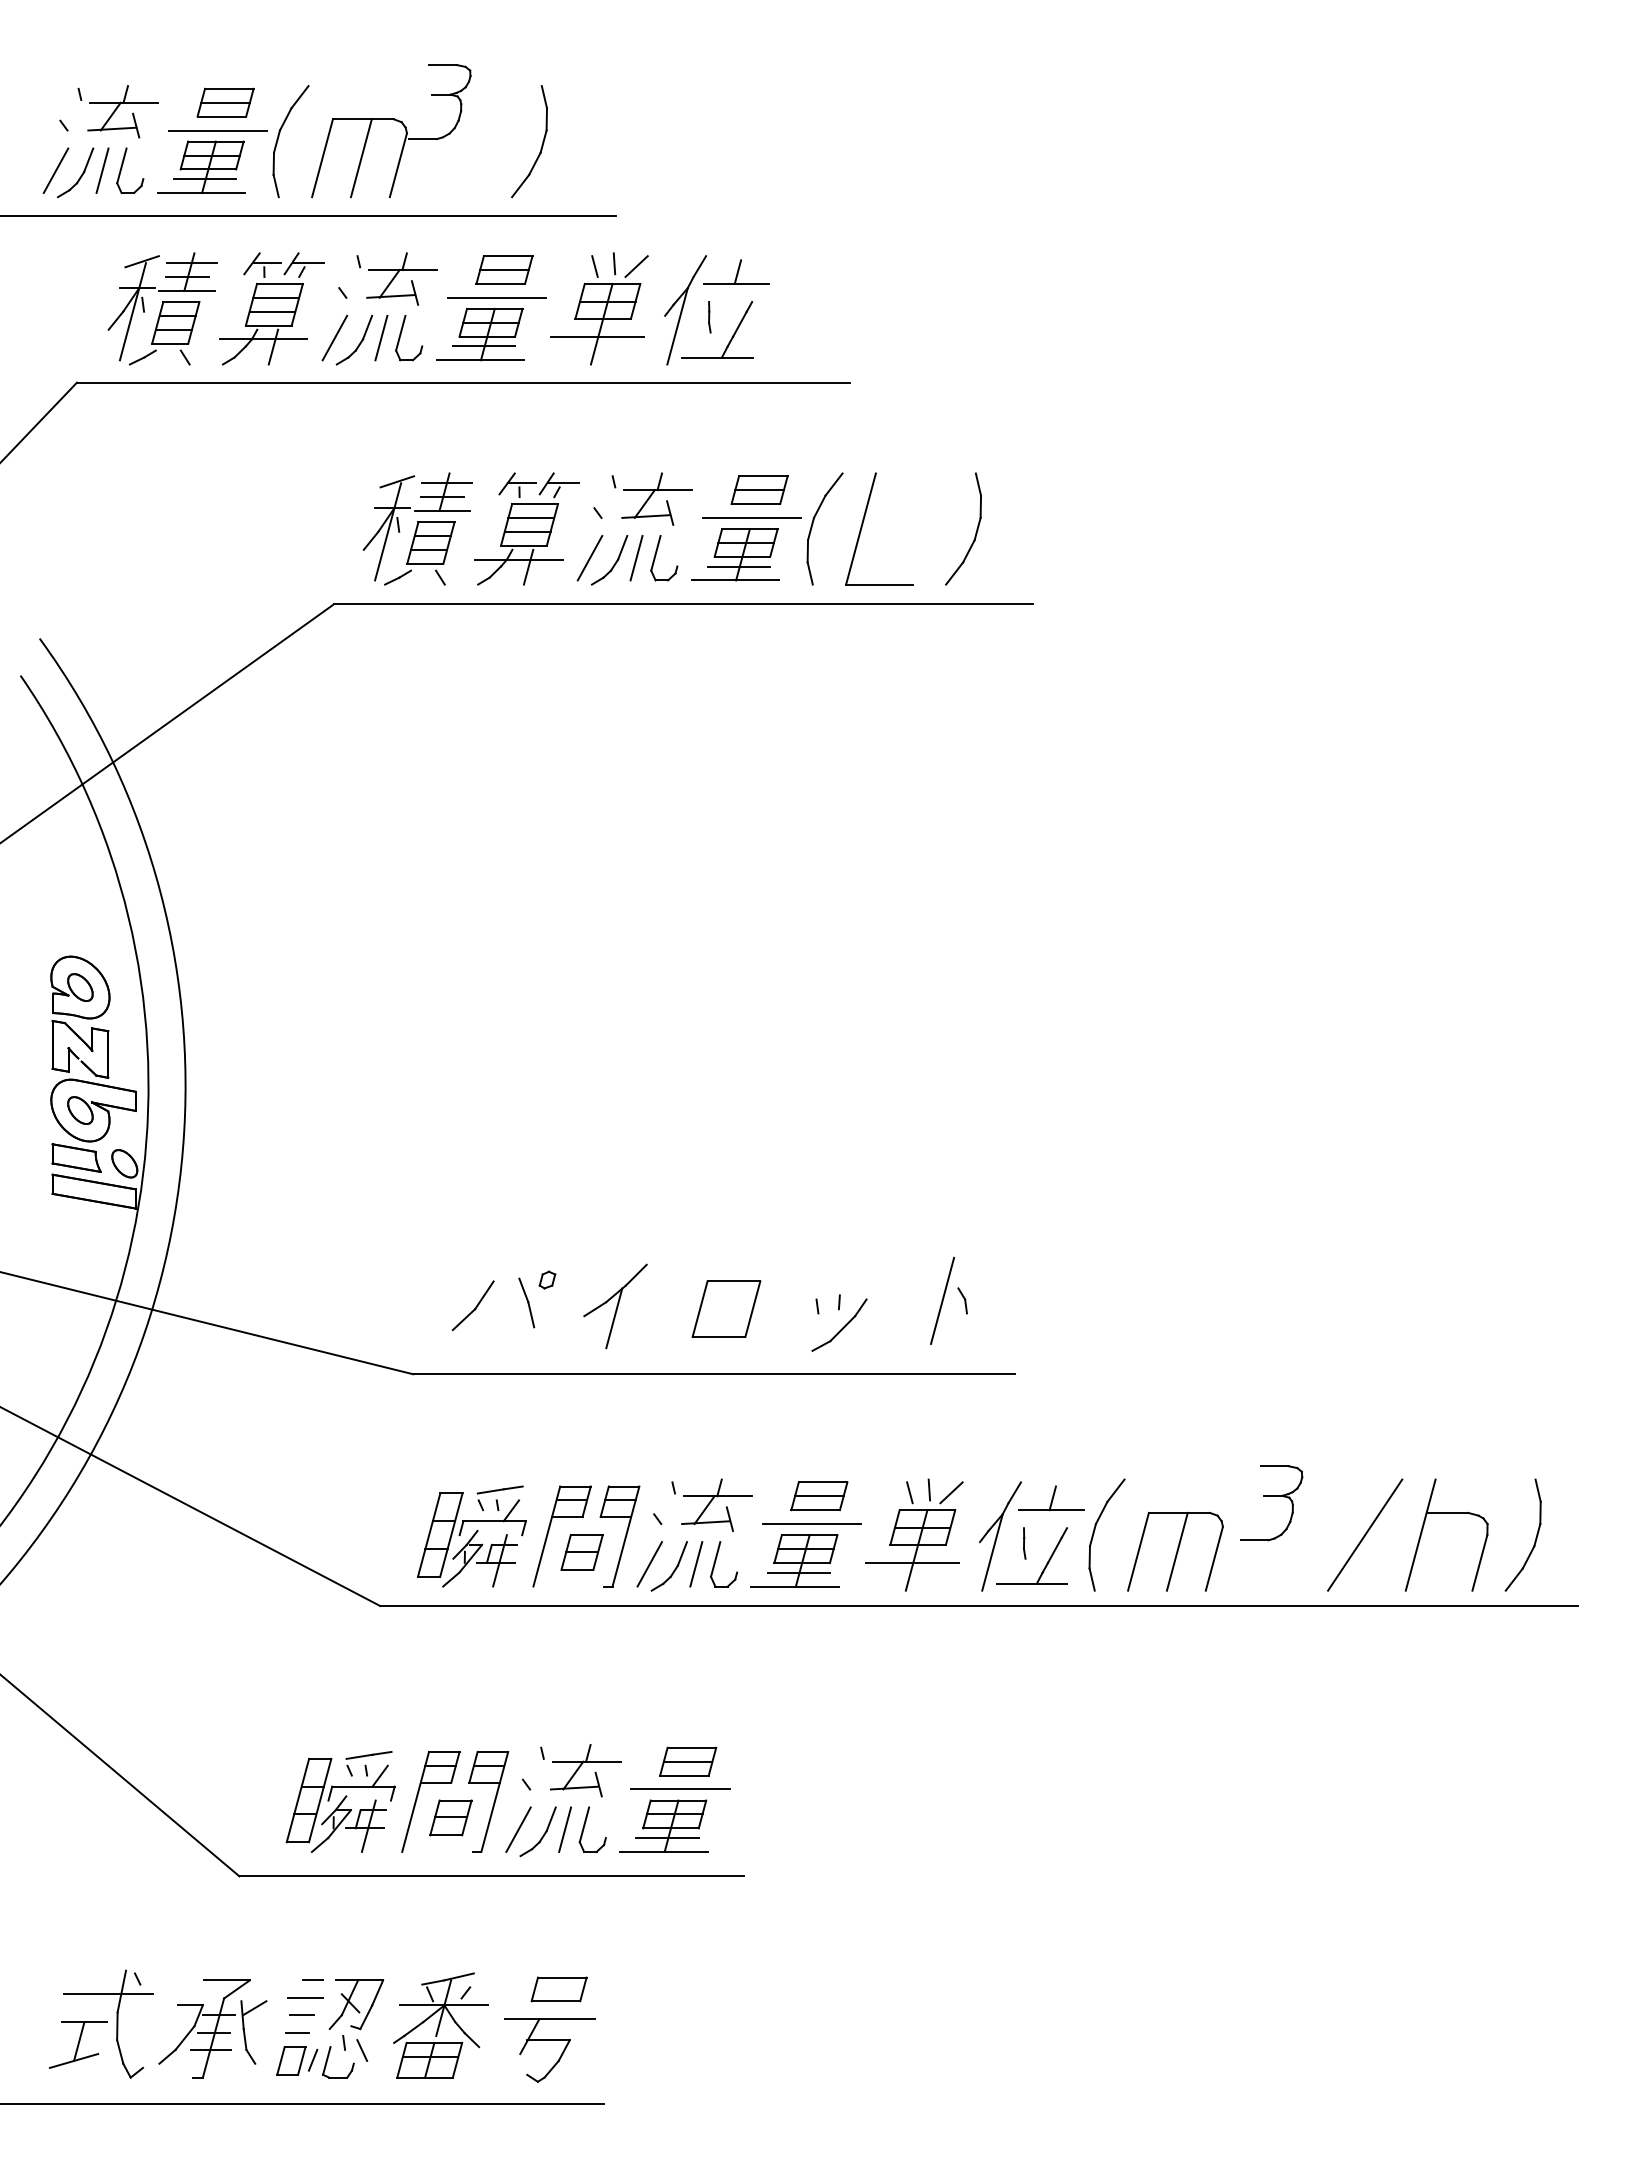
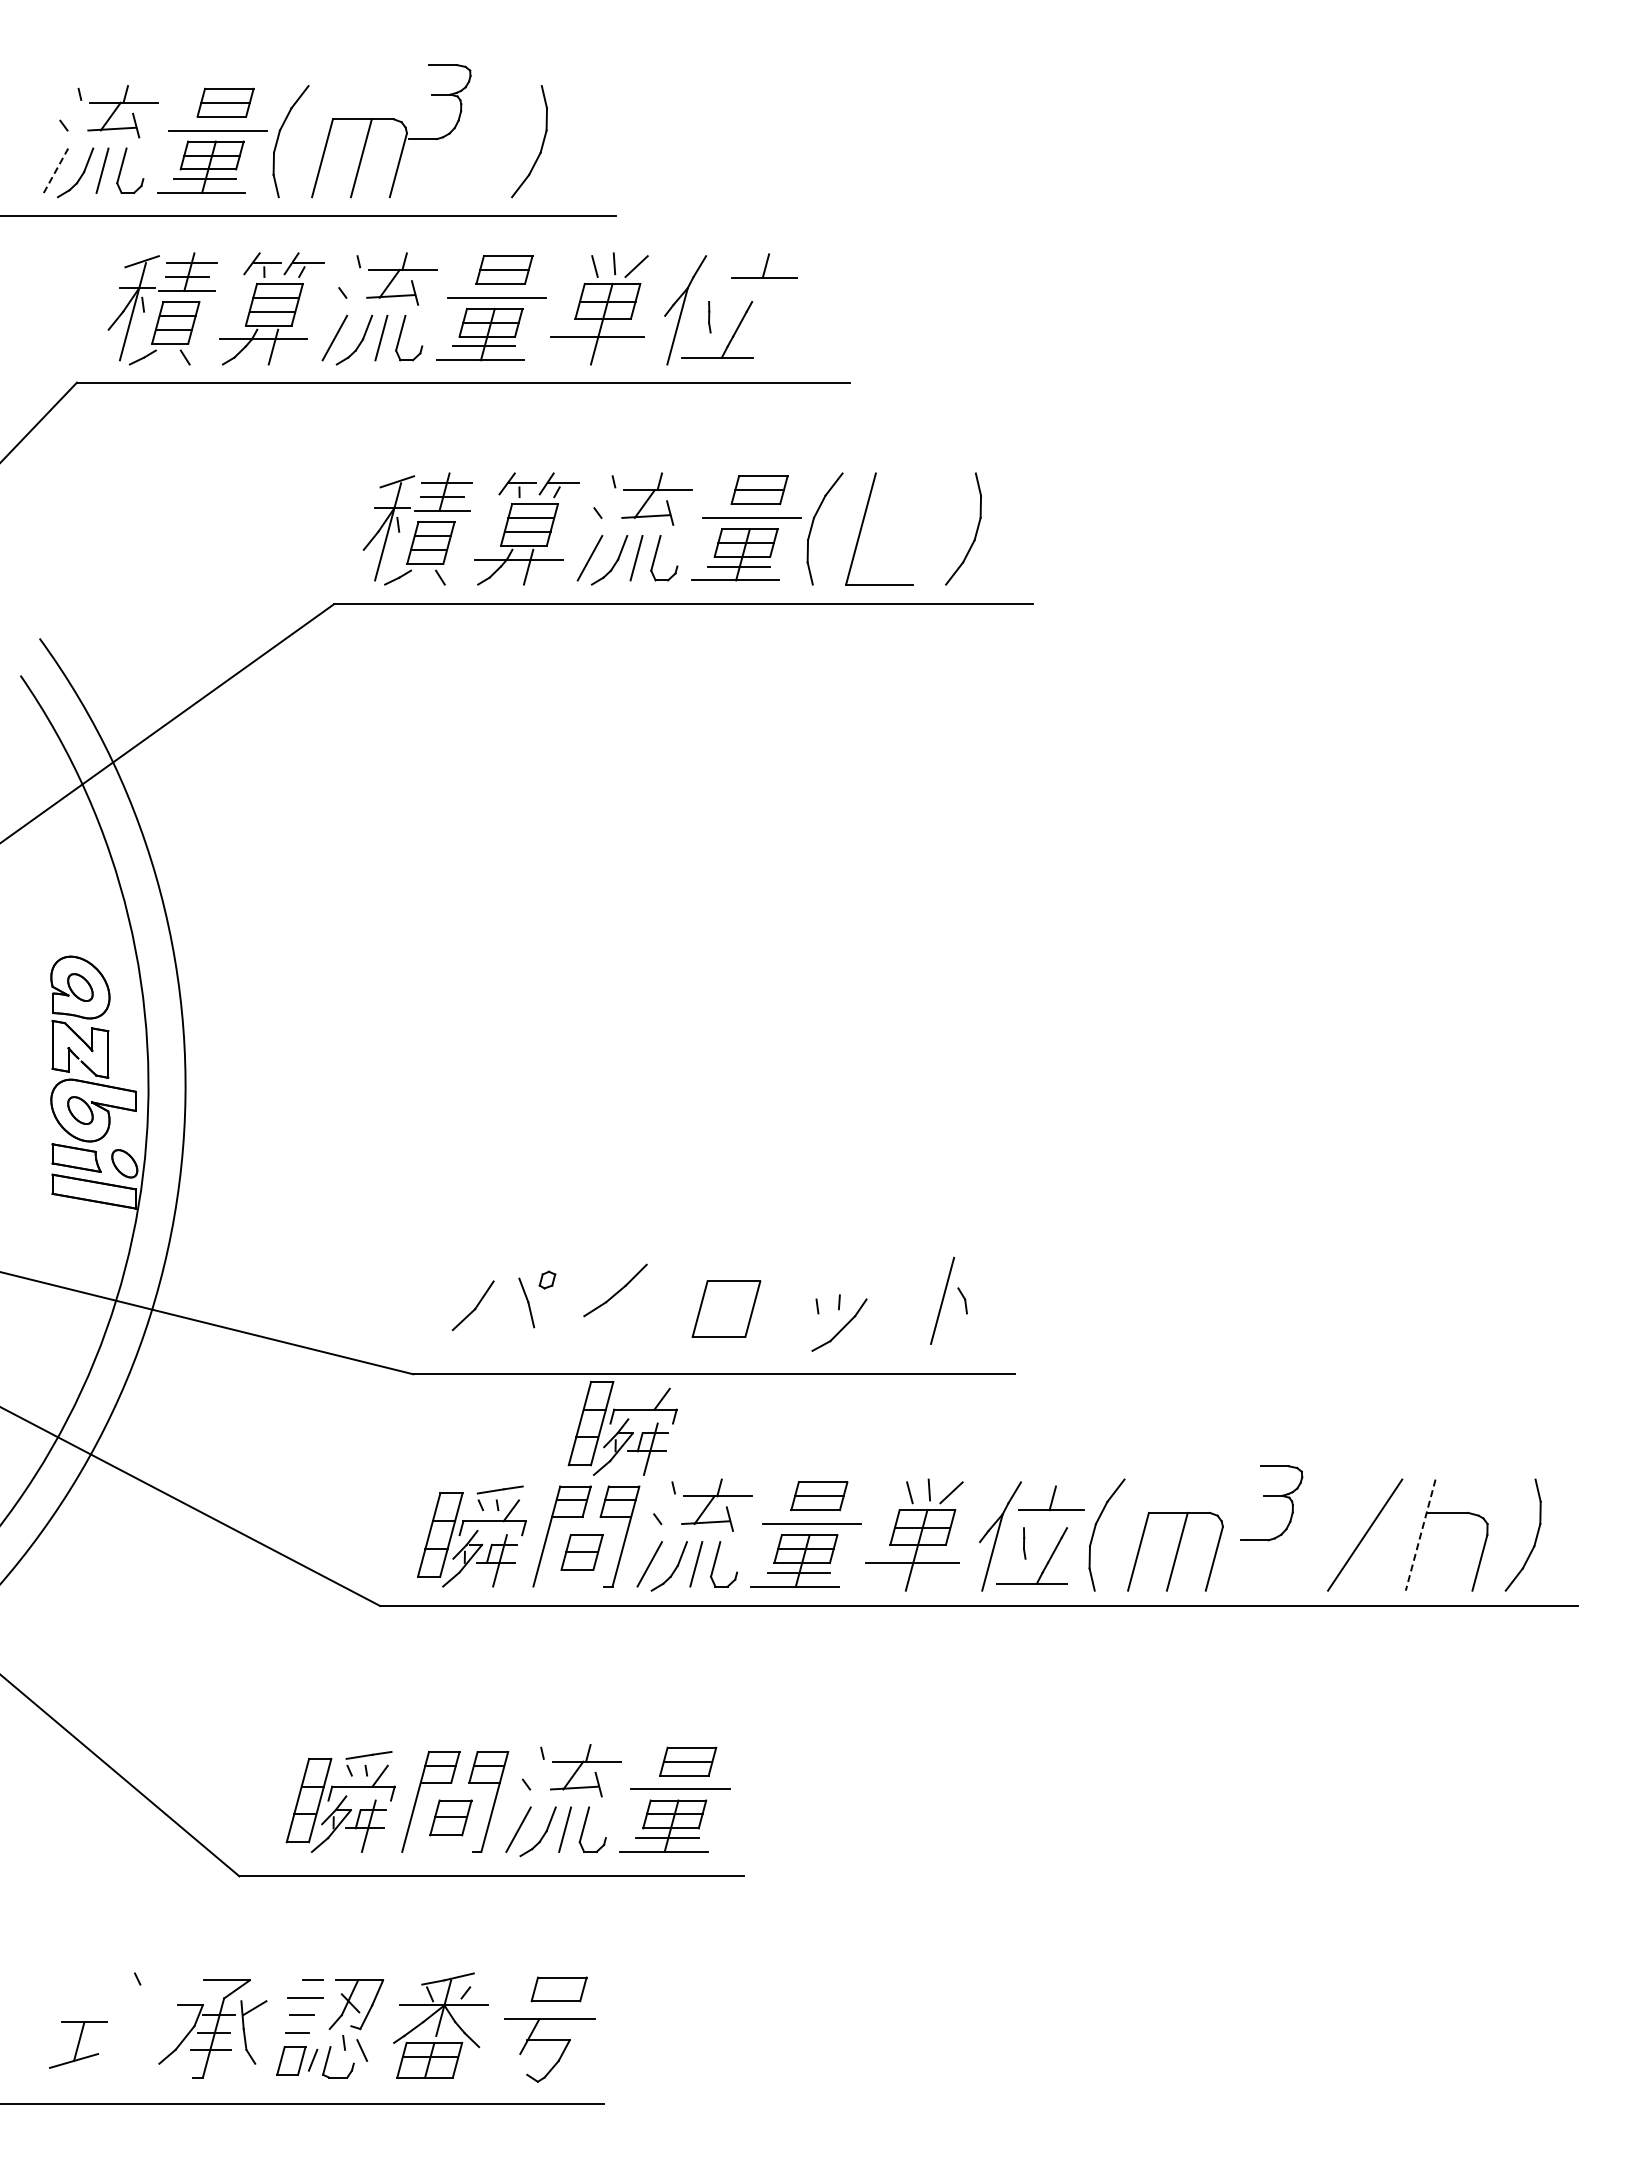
line at (56, 170): solid -> dashed
part at (736, 271) position: (736, 271) -> (764, 265)
line at (614, 1318): present -> none
part at (622, 1428): none -> present
line at (1420, 1535): solid -> dashed
part at (116, 2023): present -> none
